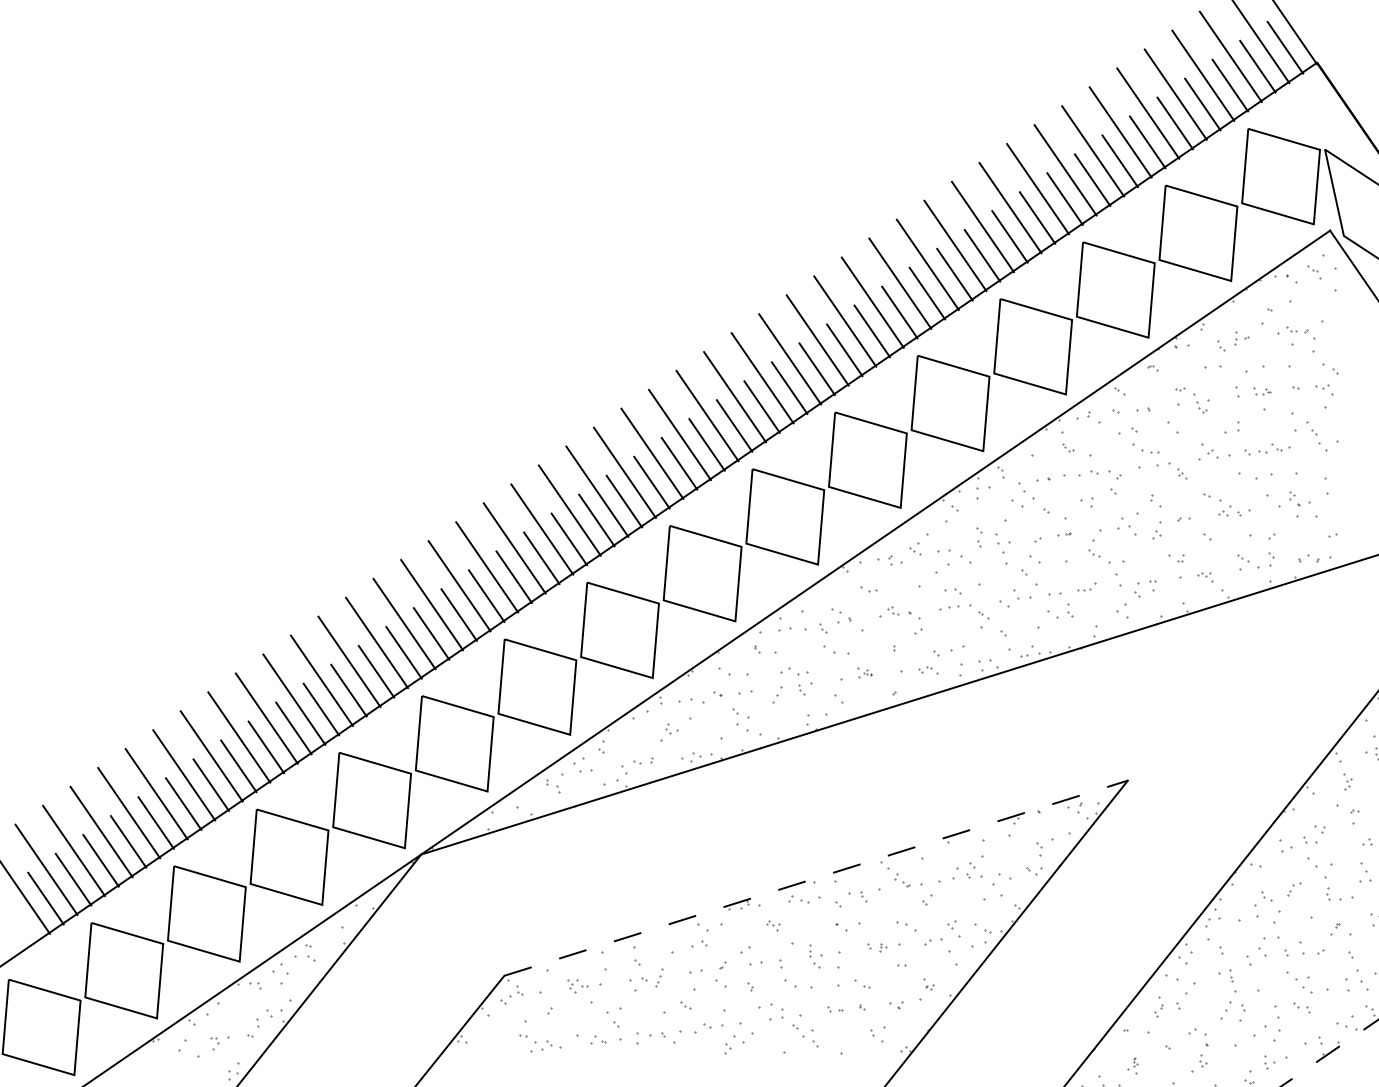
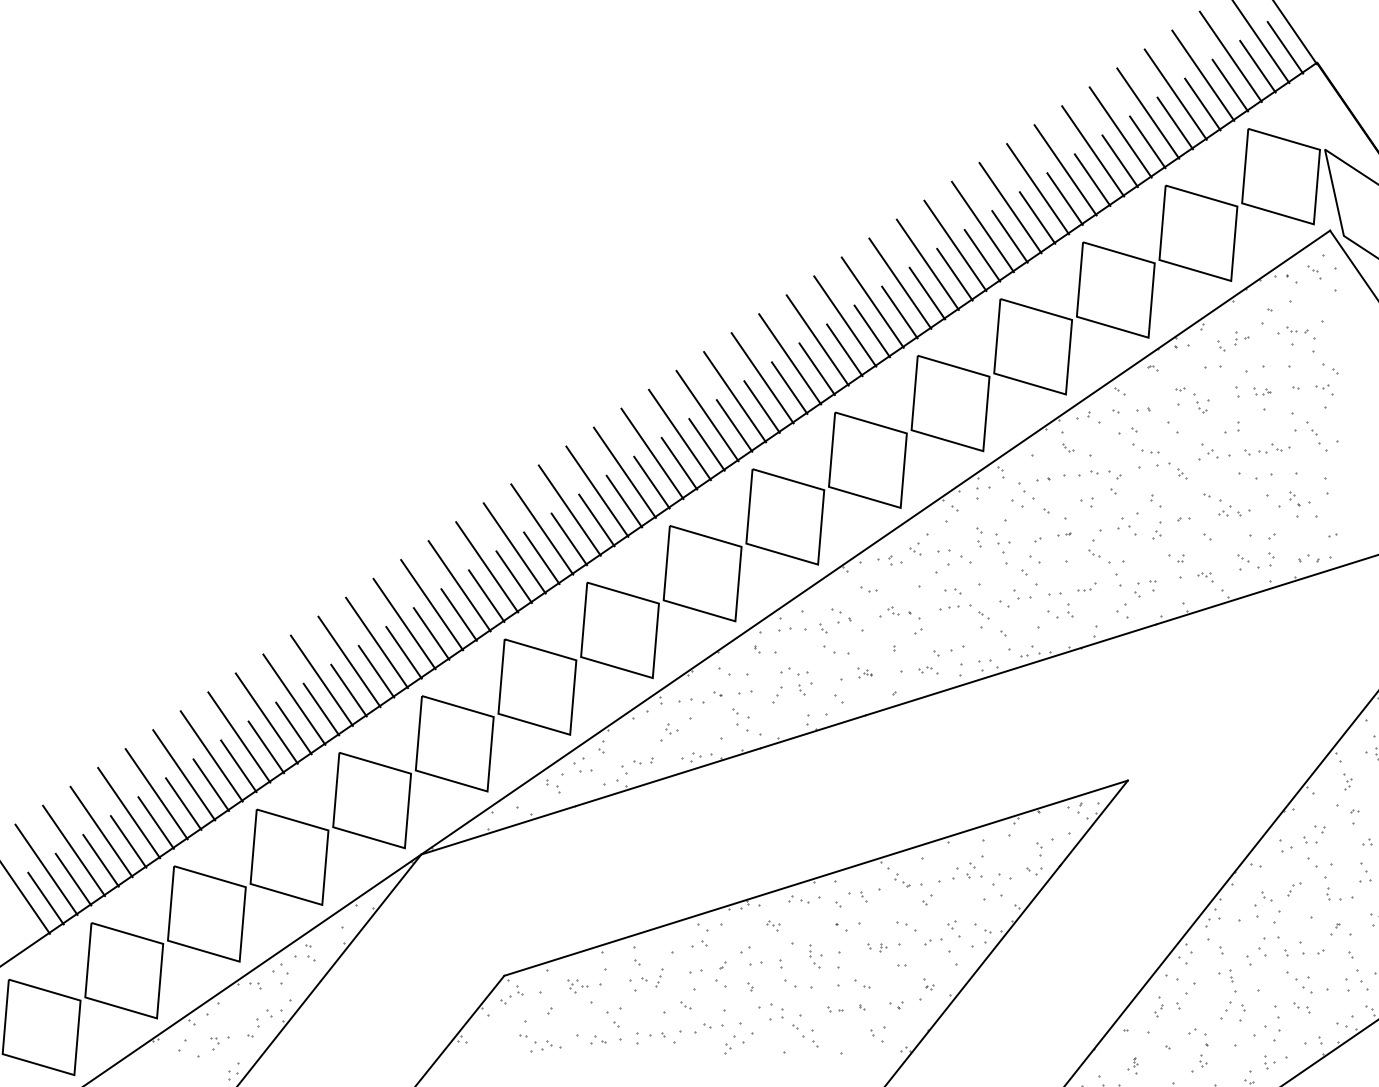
line at (816, 878): dashed -> solid
line at (1329, 1053): dashed -> solid
